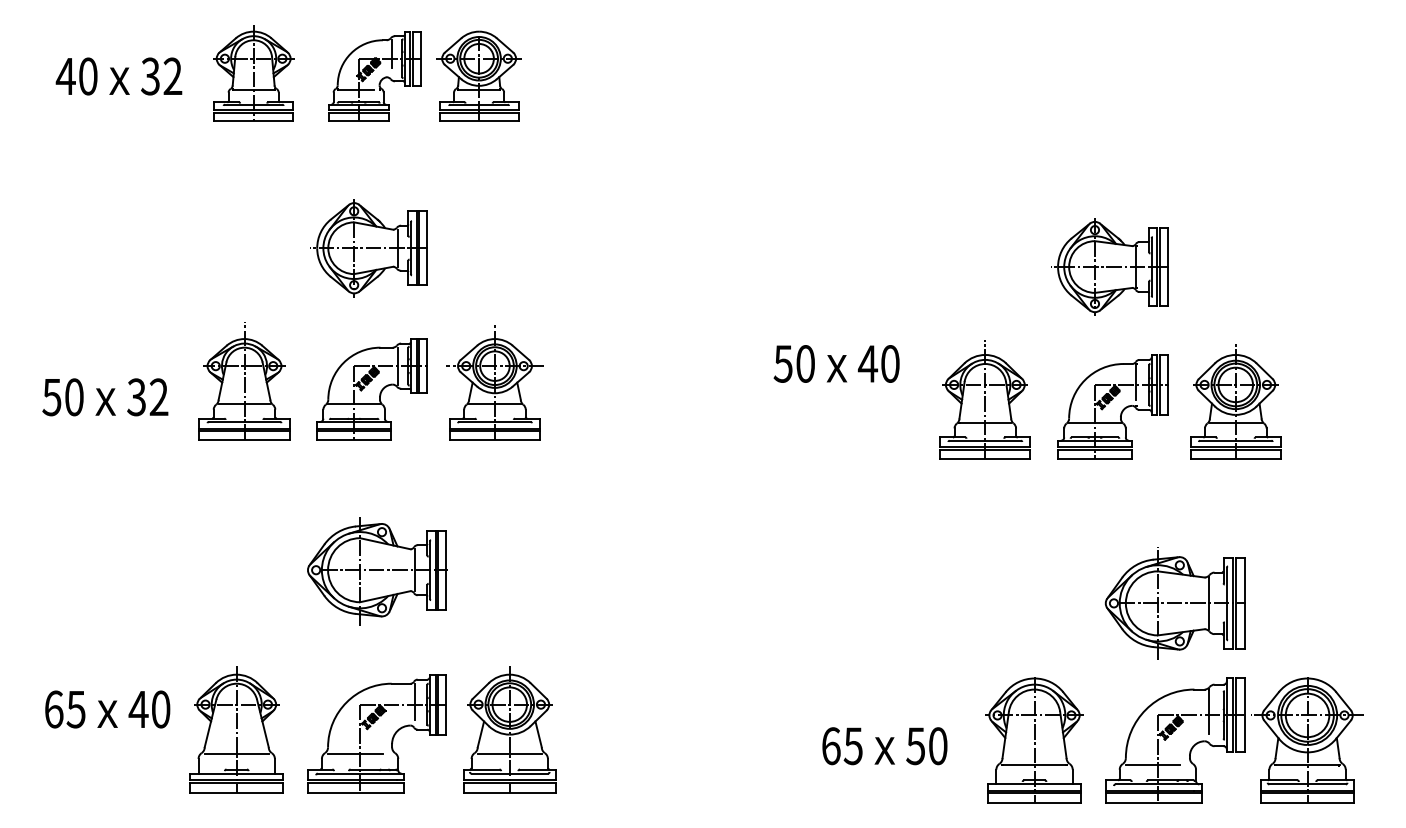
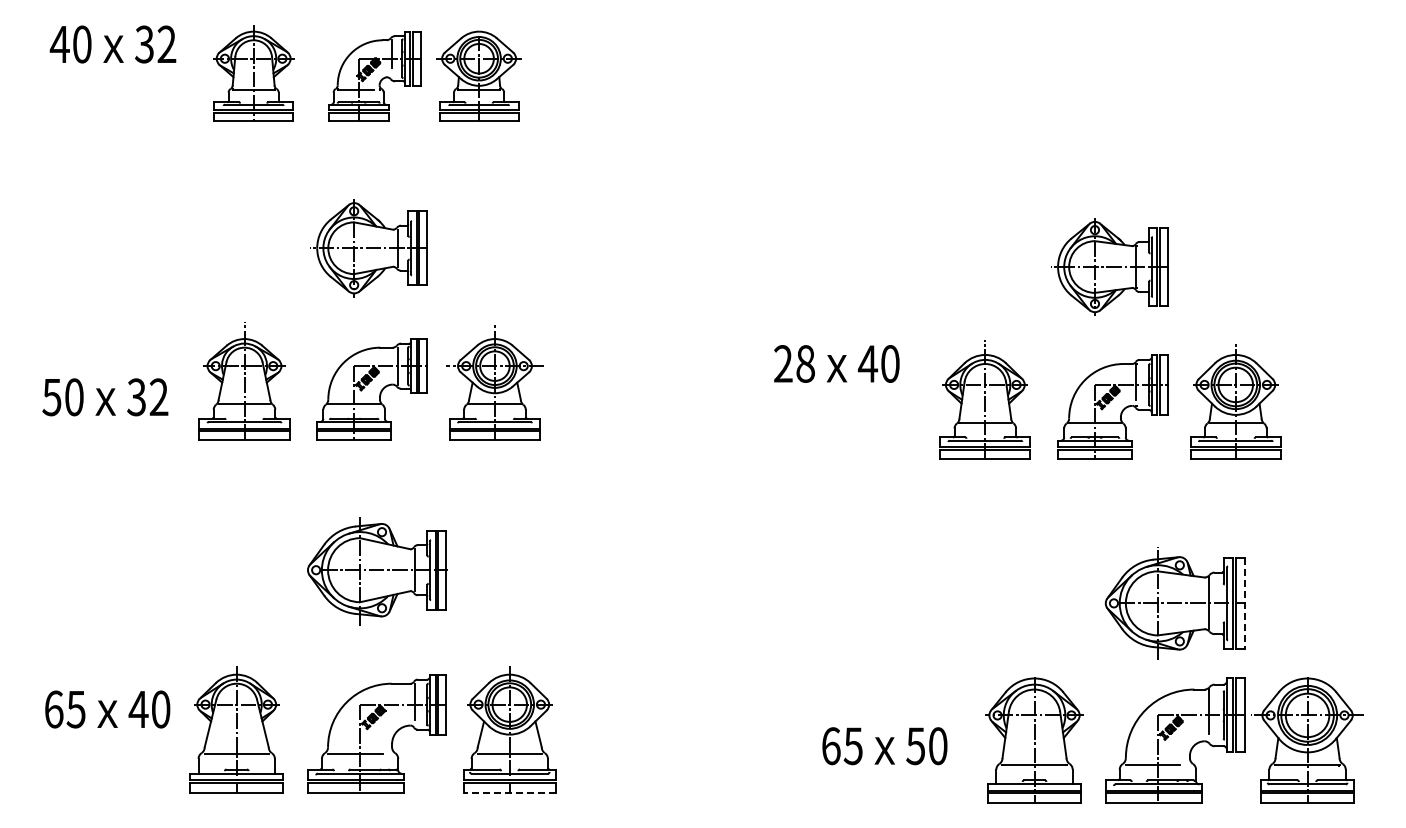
text at (118, 76) position: (118, 76) -> (112, 44)
text at (793, 363): 50 -> 28
line at (1244, 603): solid -> dashed
line at (509, 792): solid -> dashed
